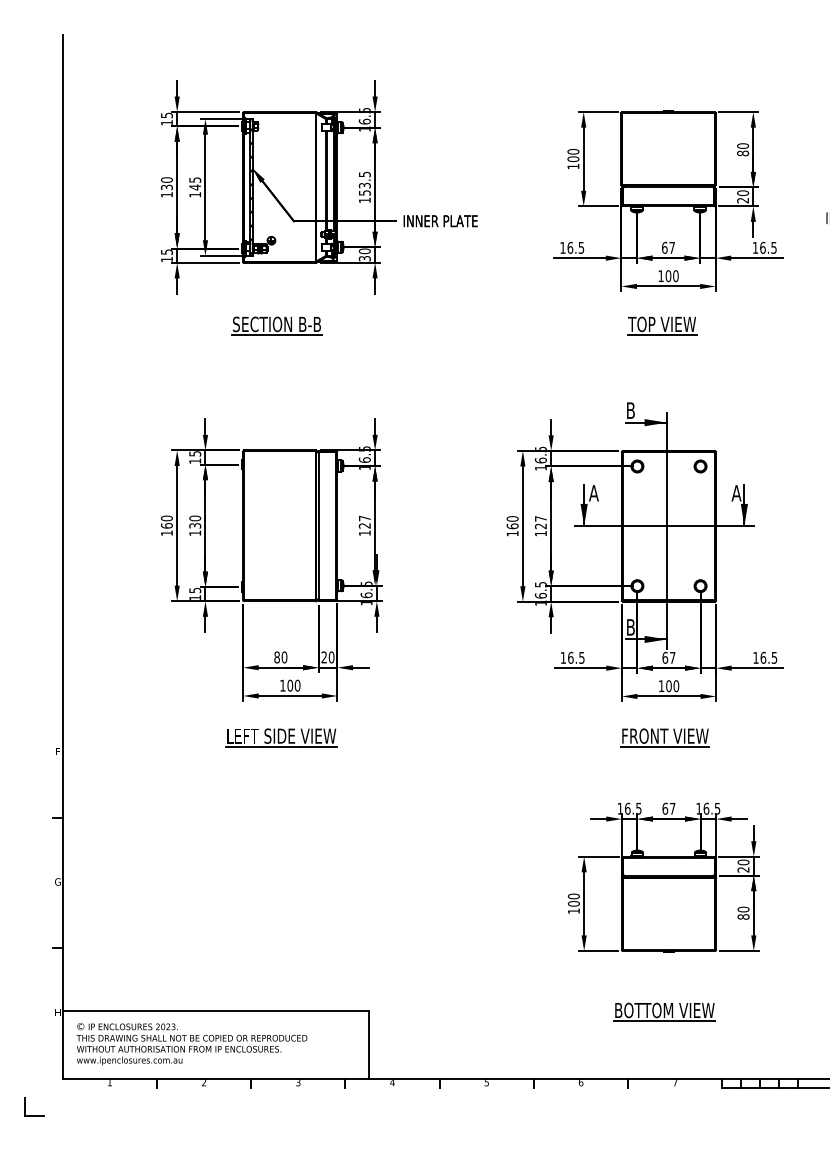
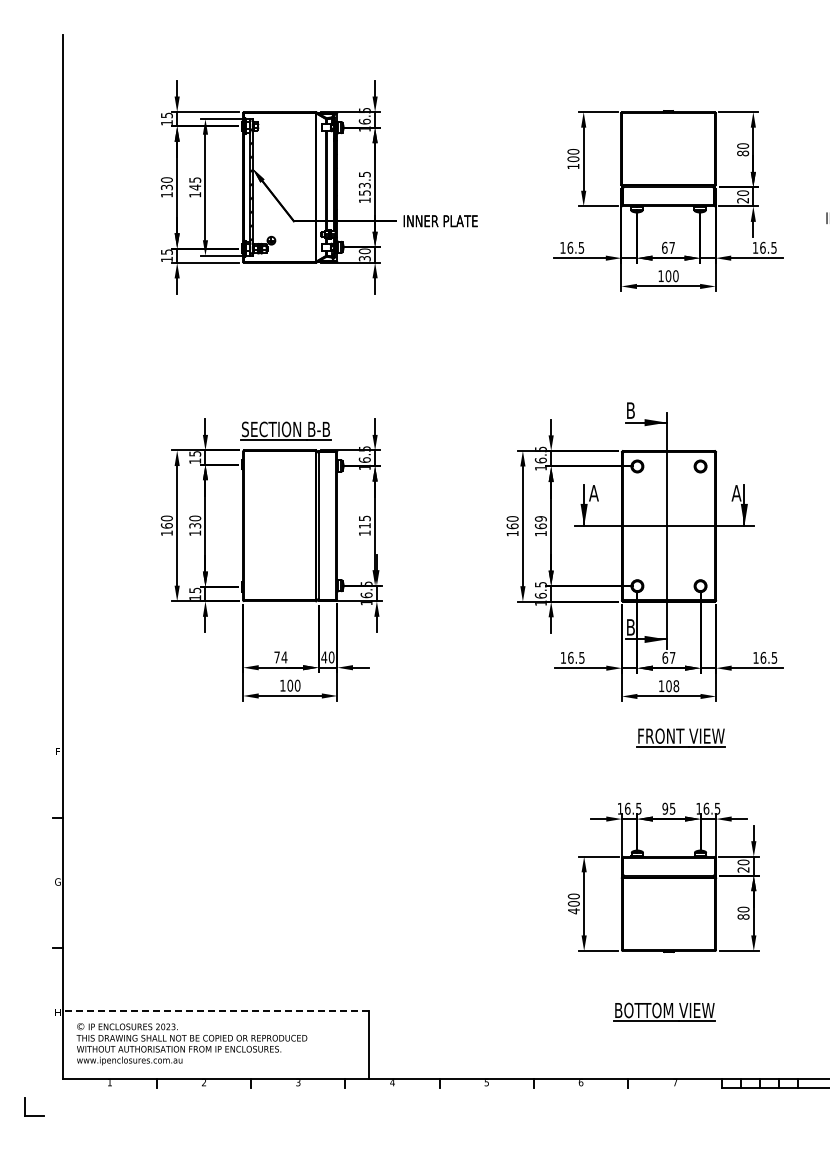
part at (276, 325) position: (276, 325) -> (285, 430)
part at (662, 325): present -> none
text at (364, 521): 127 -> 115
text at (540, 522): 127 -> 169
text at (280, 657): 80 -> 74
text at (324, 657): 20 -> 40
text at (676, 685): 100 -> 108
part at (281, 737): present -> none
part at (664, 737) position: (664, 737) -> (680, 737)
text at (668, 808): 67 -> 95
text at (573, 911): 100 -> 400
line at (215, 1010): solid -> dashed
